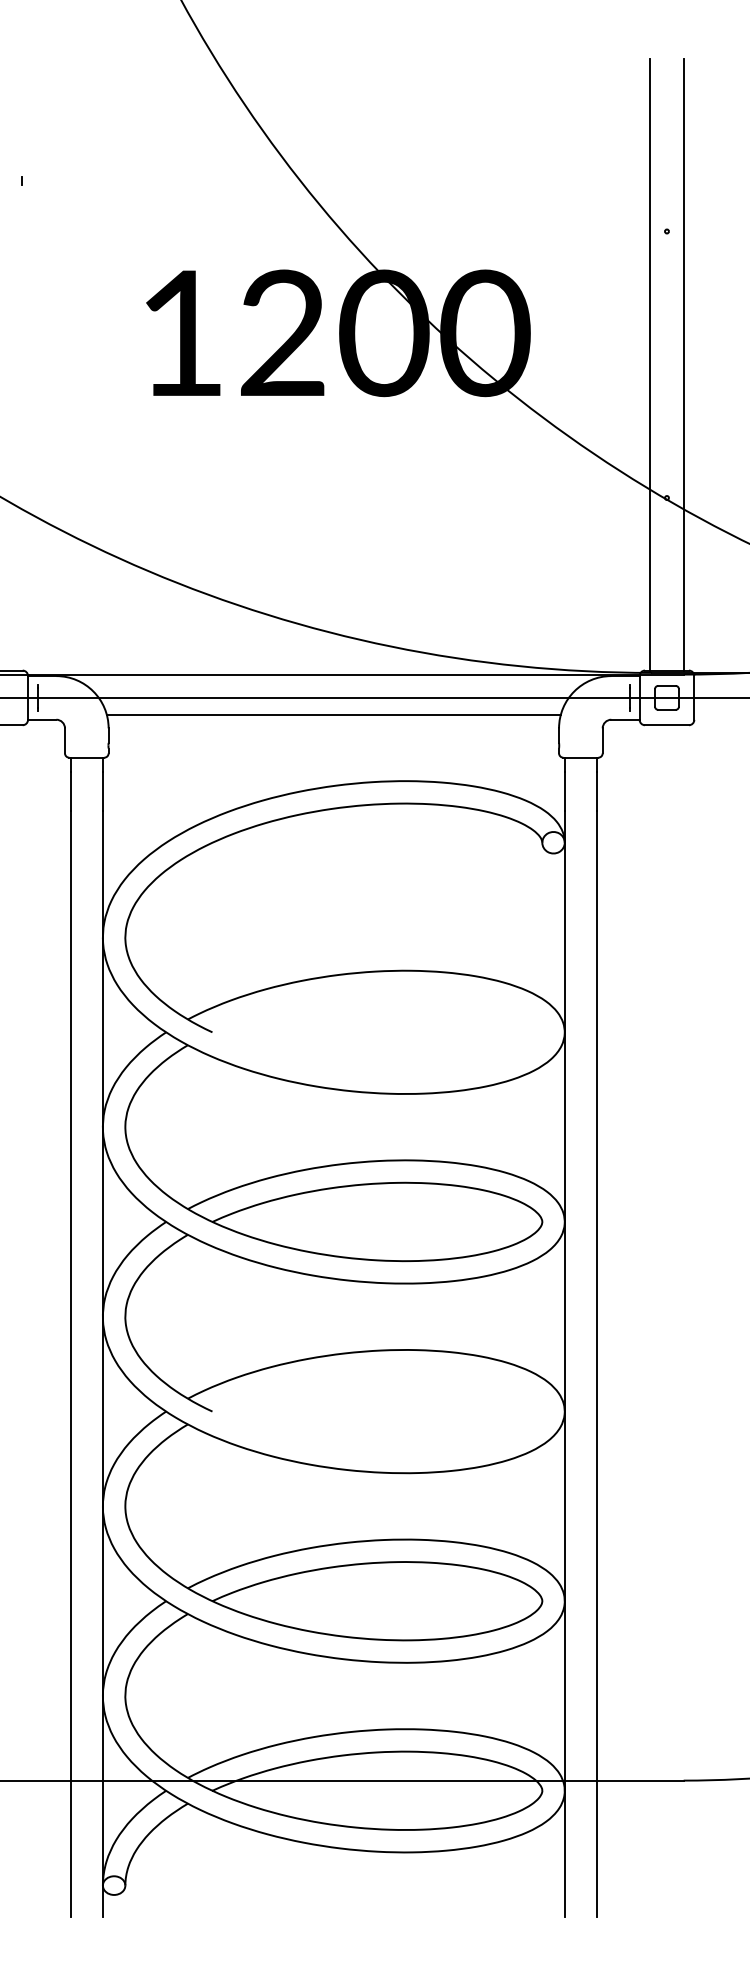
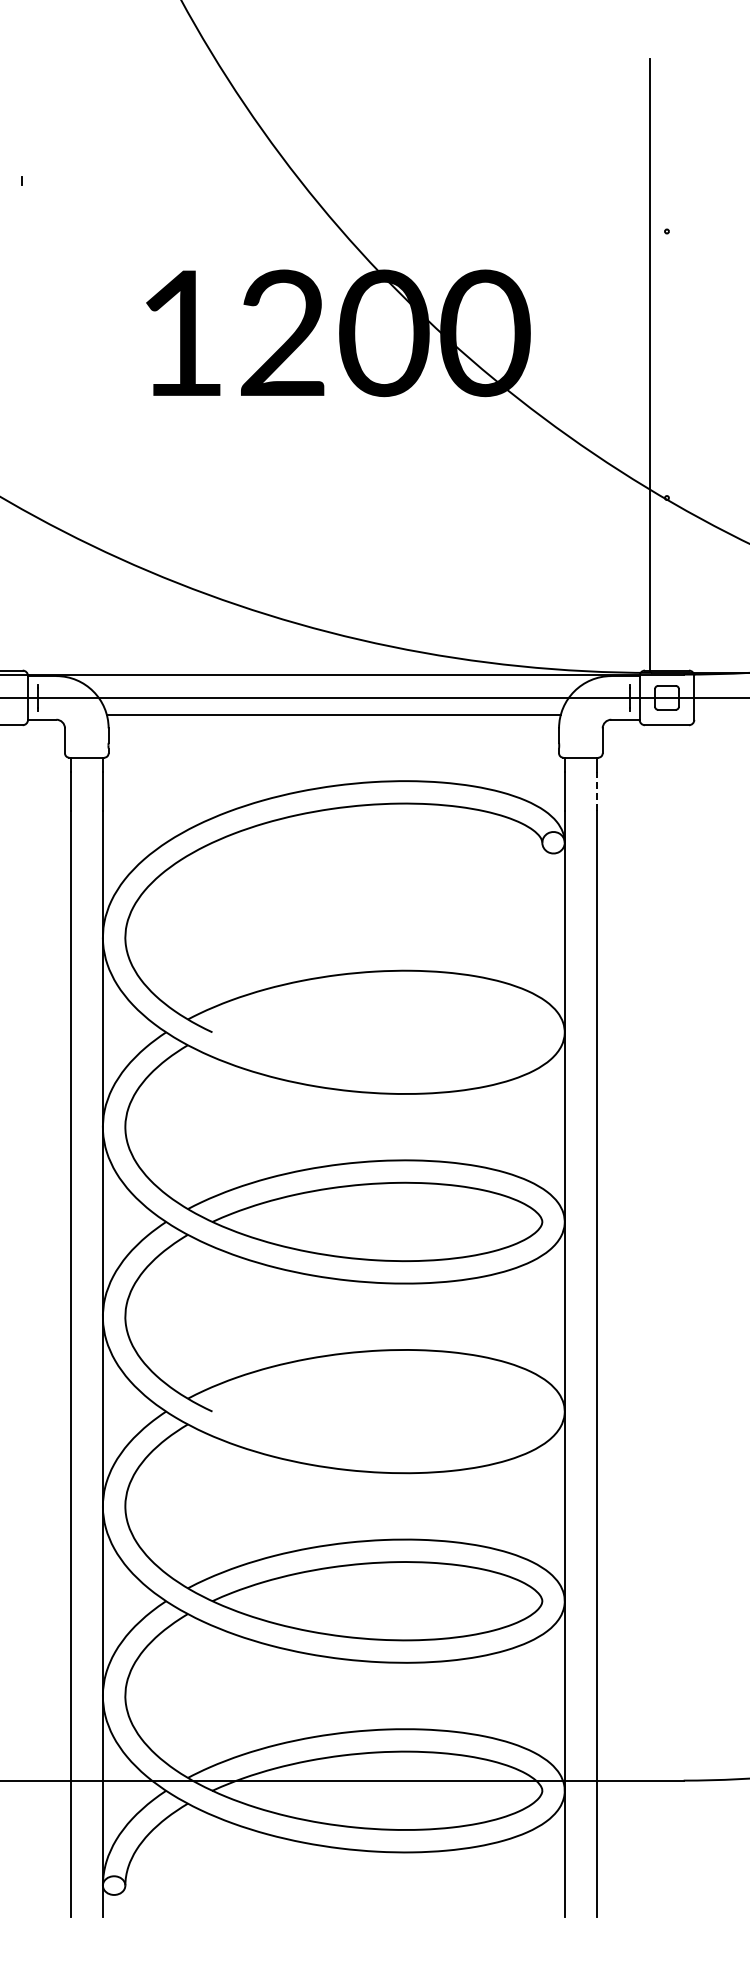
line at (683, 364): present -> none
line at (596, 791): solid -> dashed
